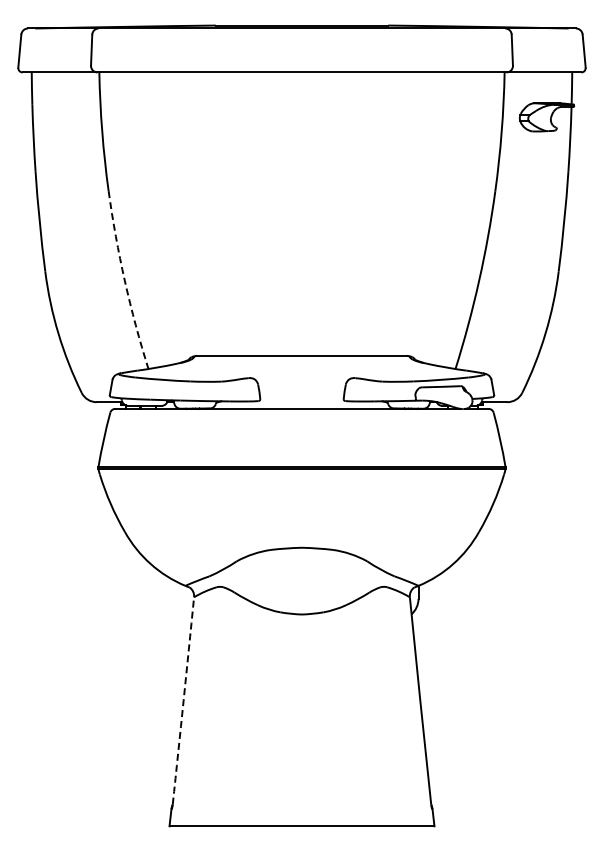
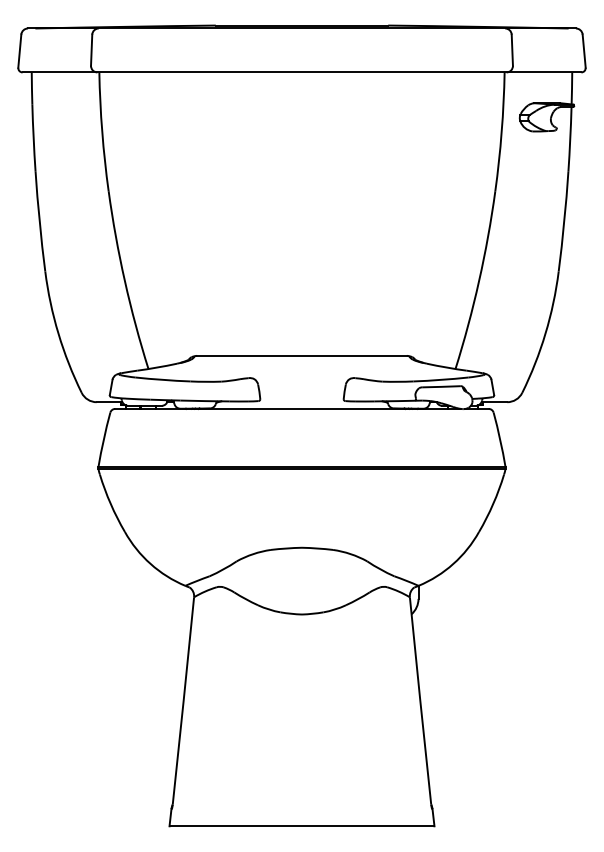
arc at (124, 280): dashed -> solid
arc at (183, 700): dashed -> solid
